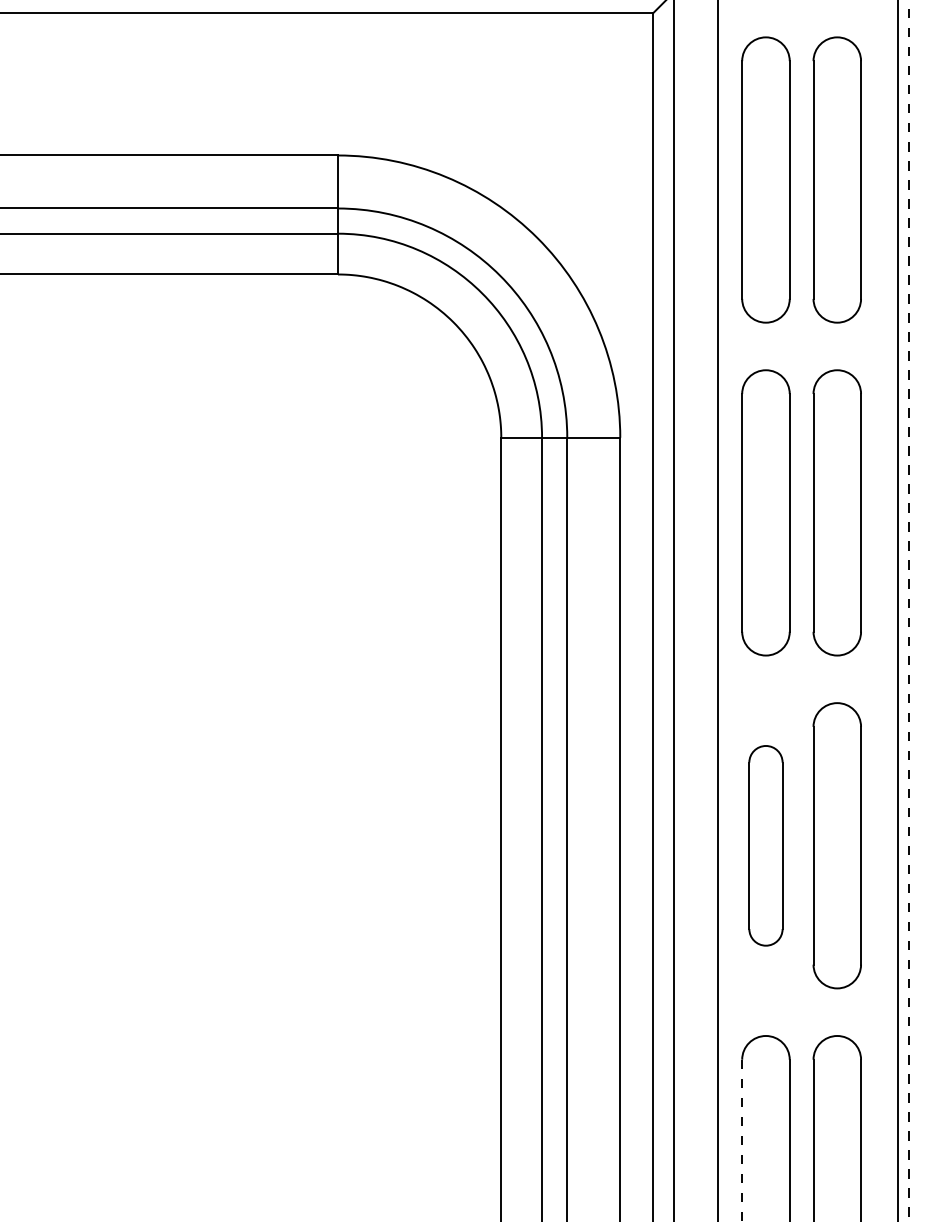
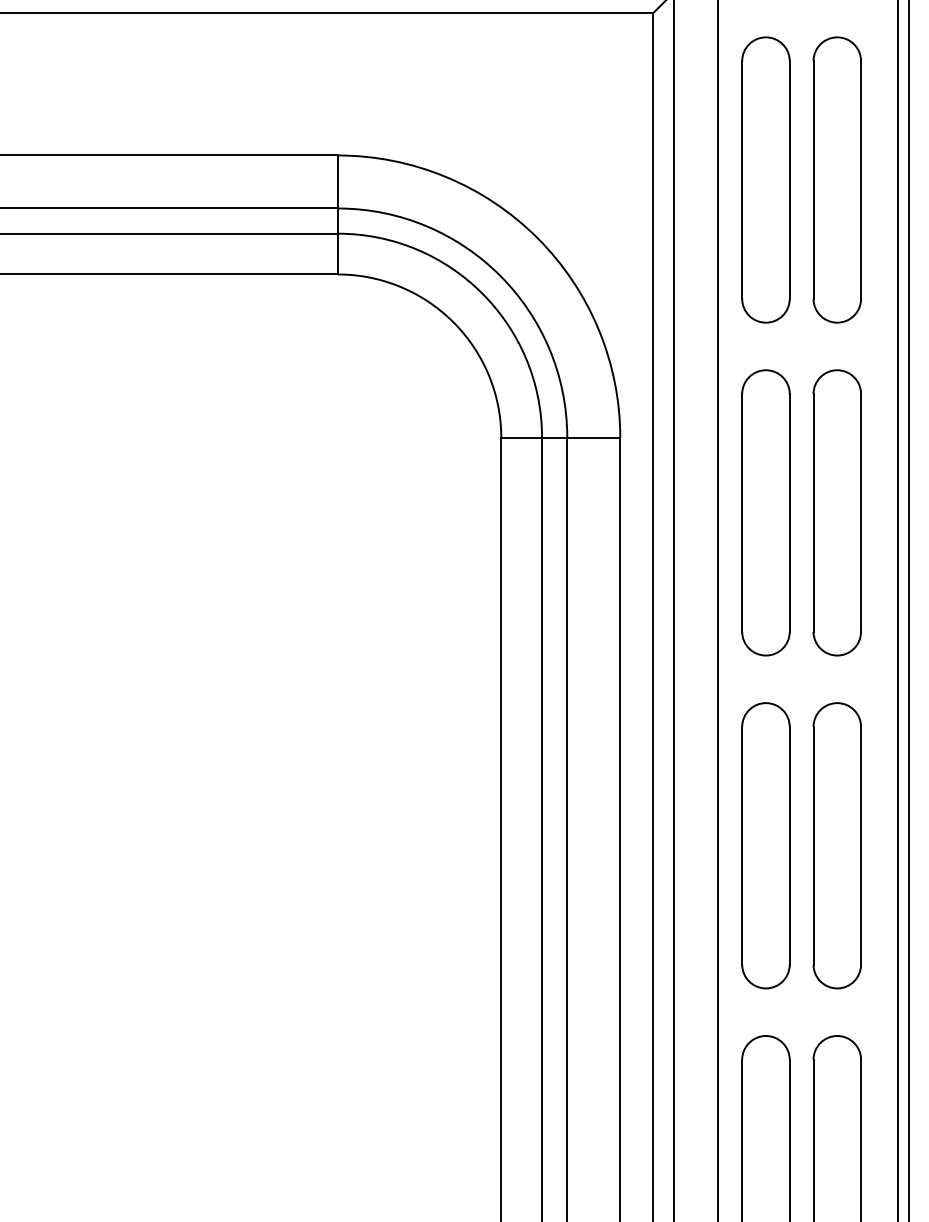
line at (908, 611): dashed -> solid
part at (765, 845) size: 36x202 px -> 50x288 px
line at (742, 1140): dashed -> solid
